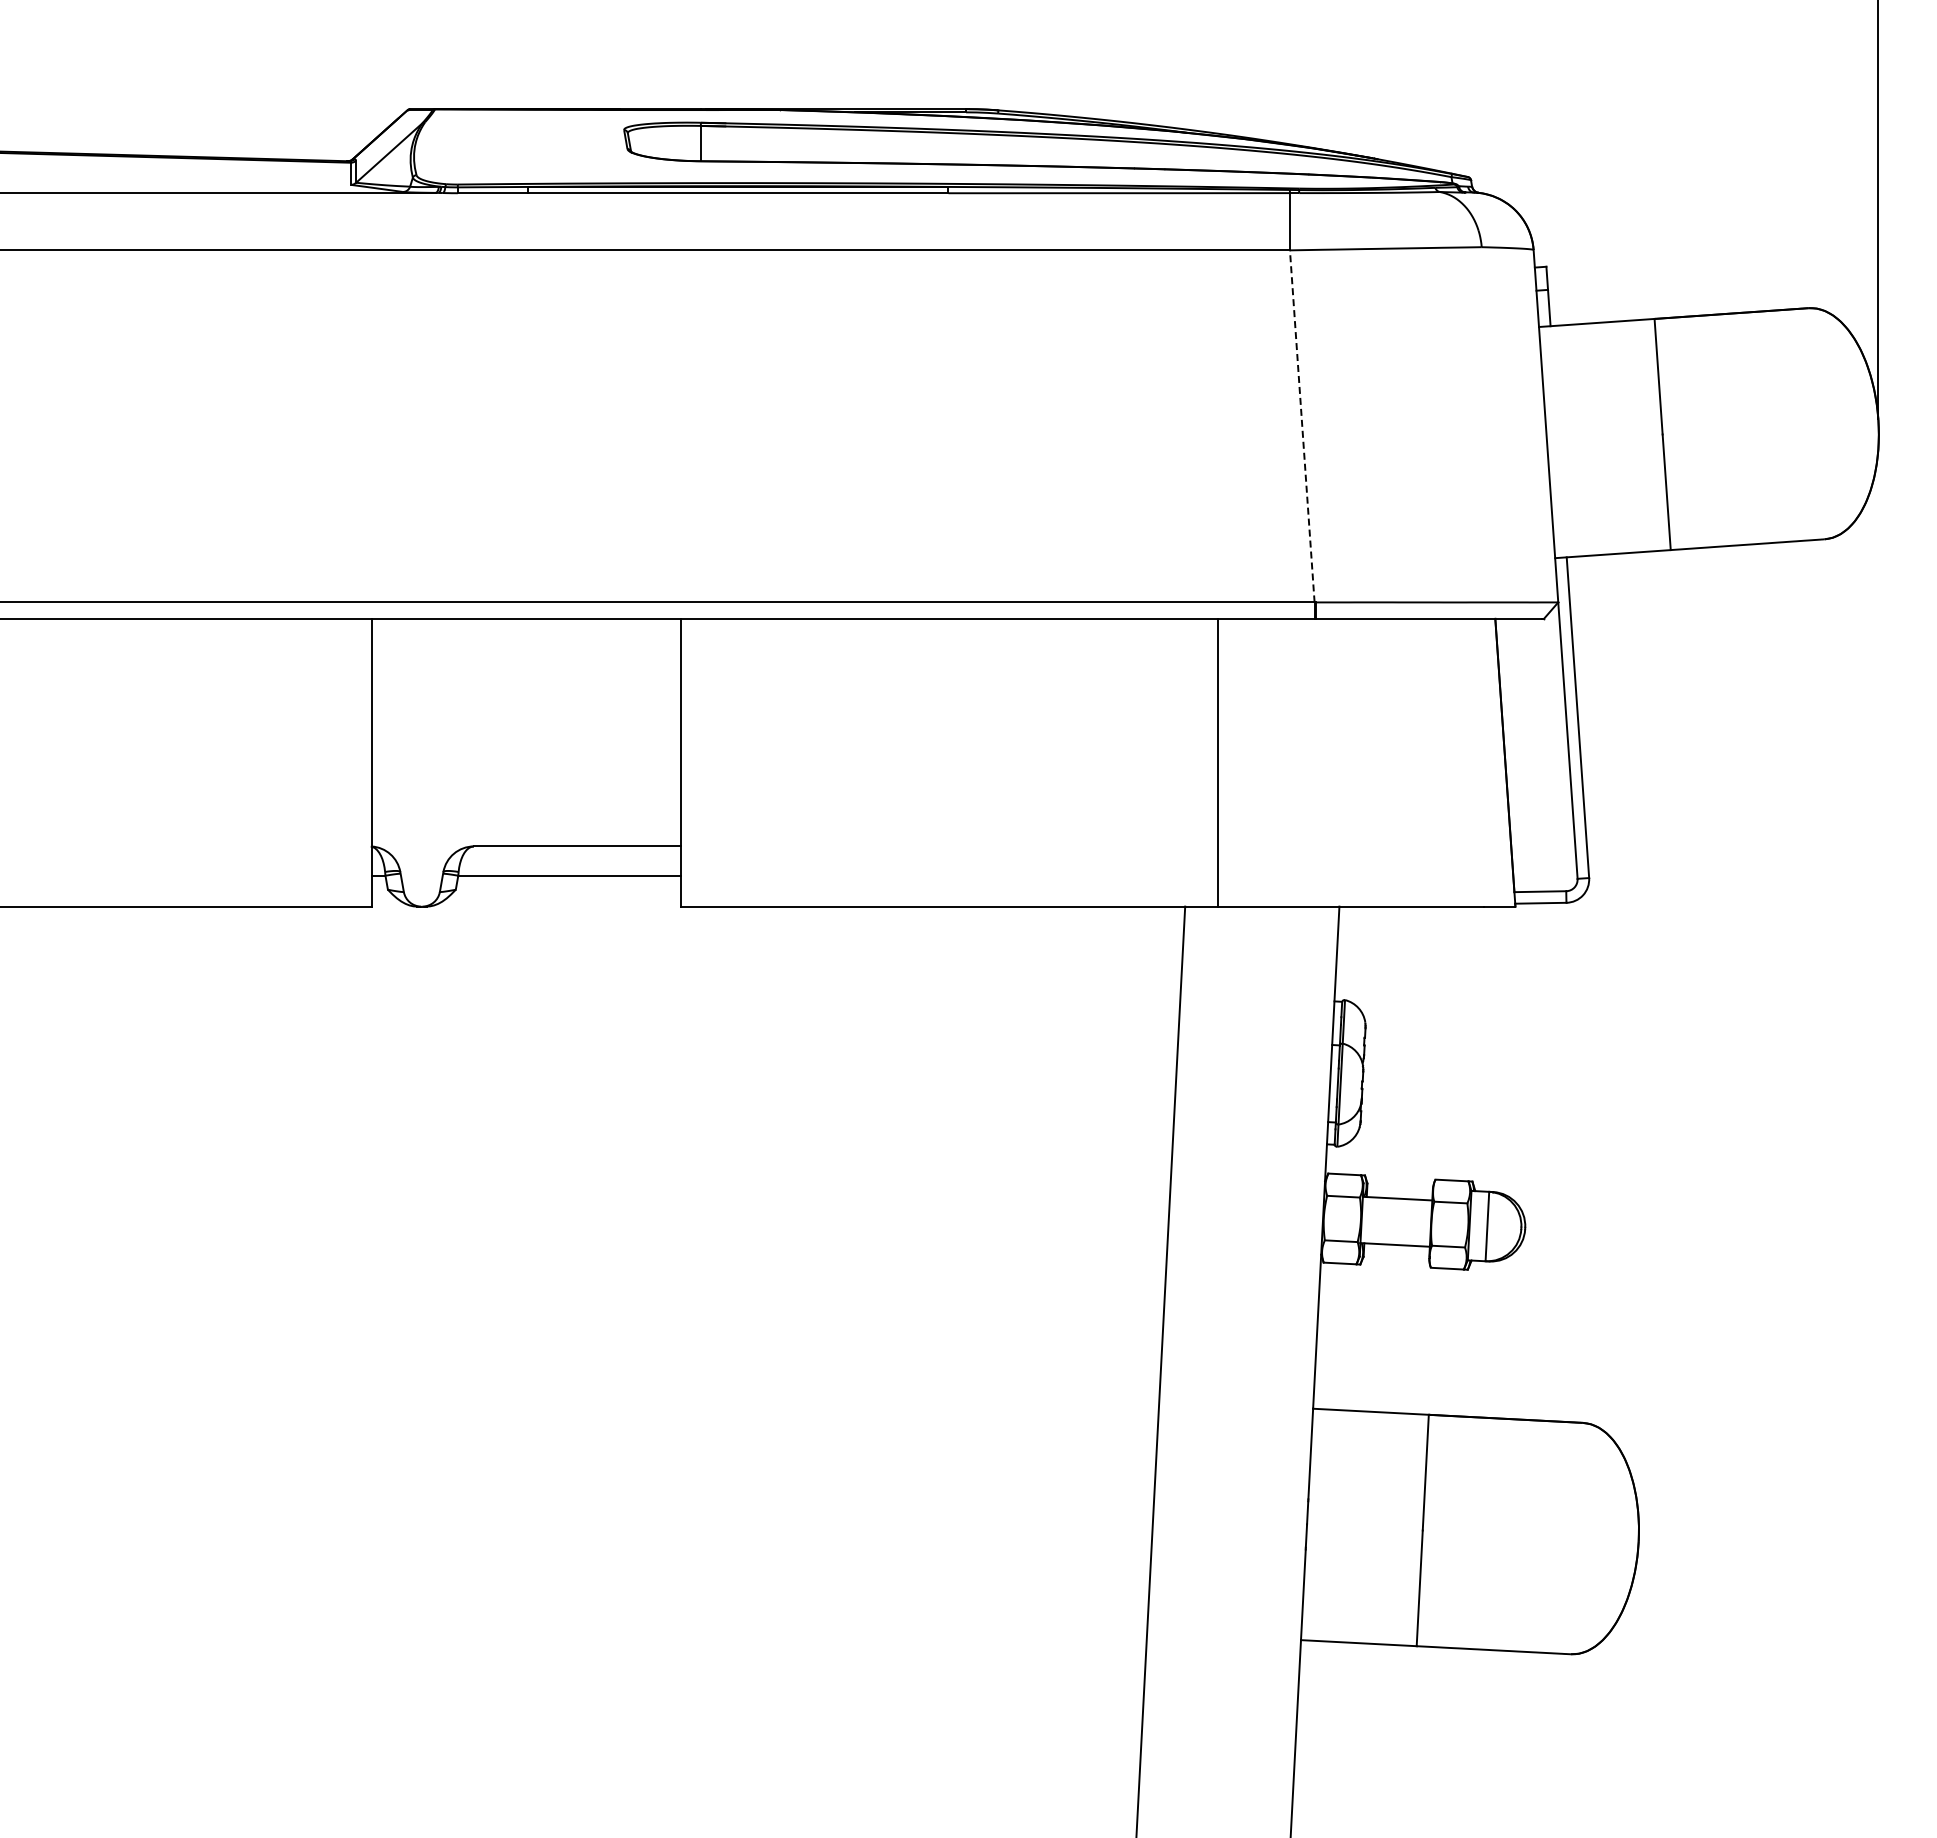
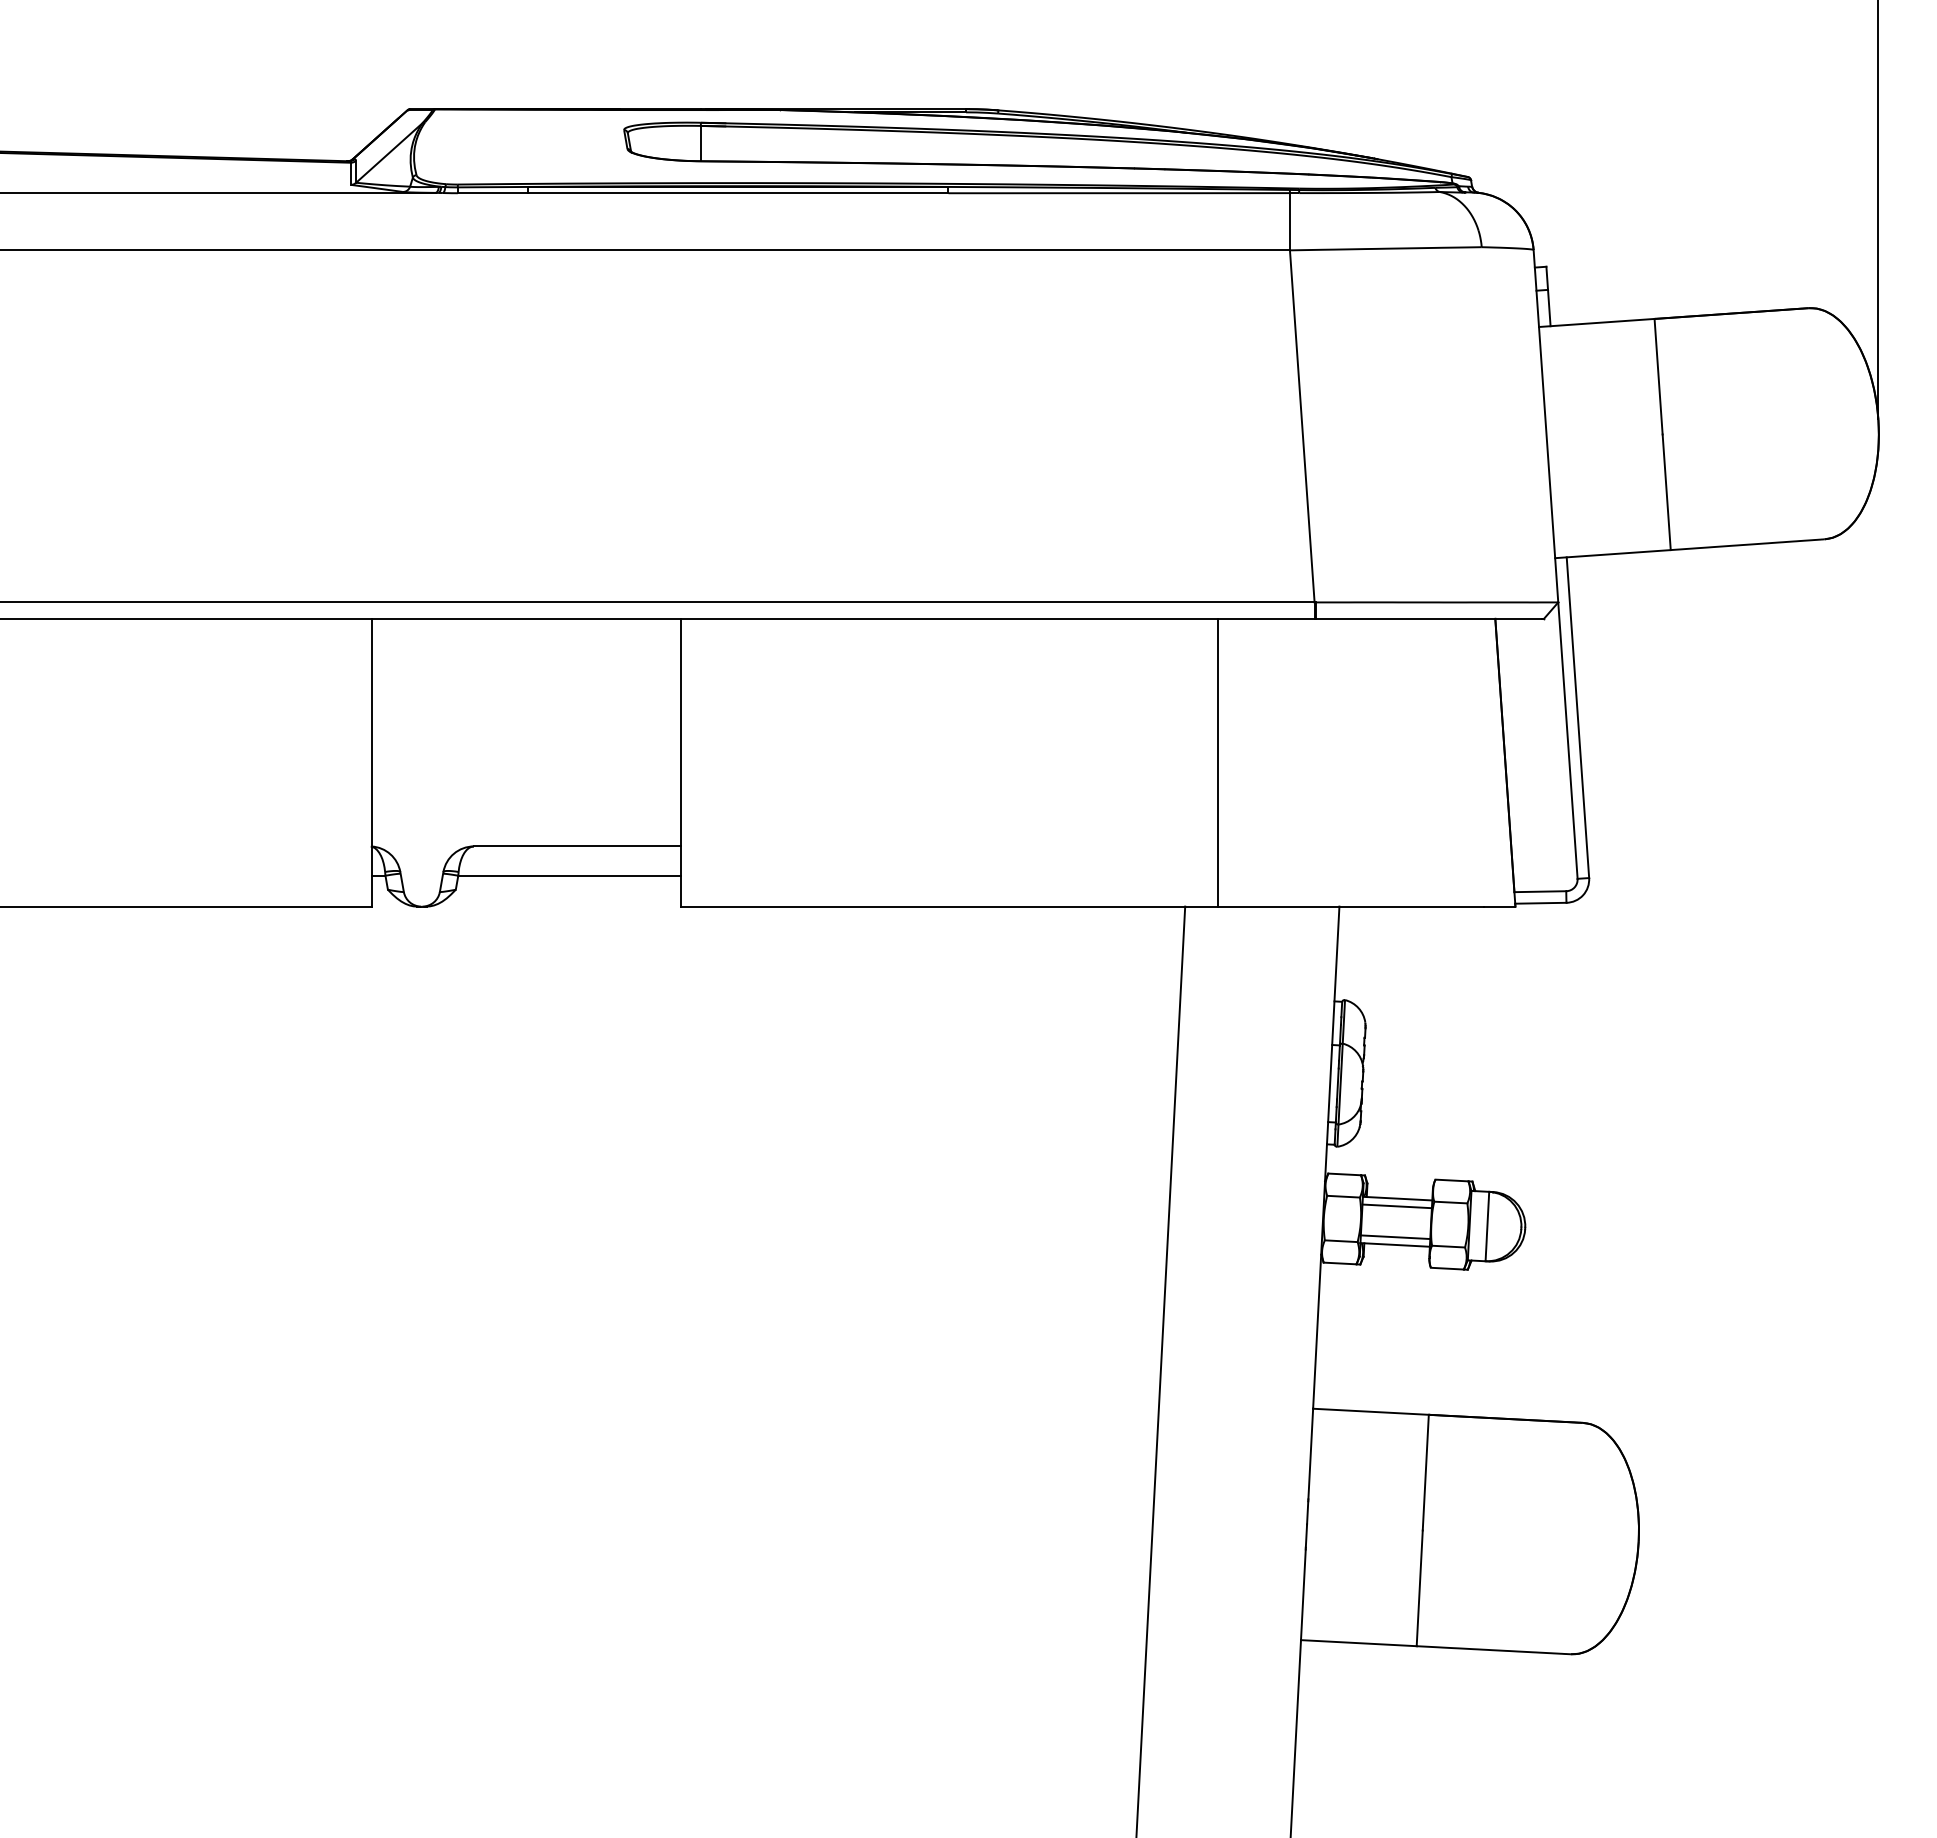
line at (1302, 425): dashed -> solid
line at (1396, 1206): none -> present
line at (1395, 1237): none -> present
